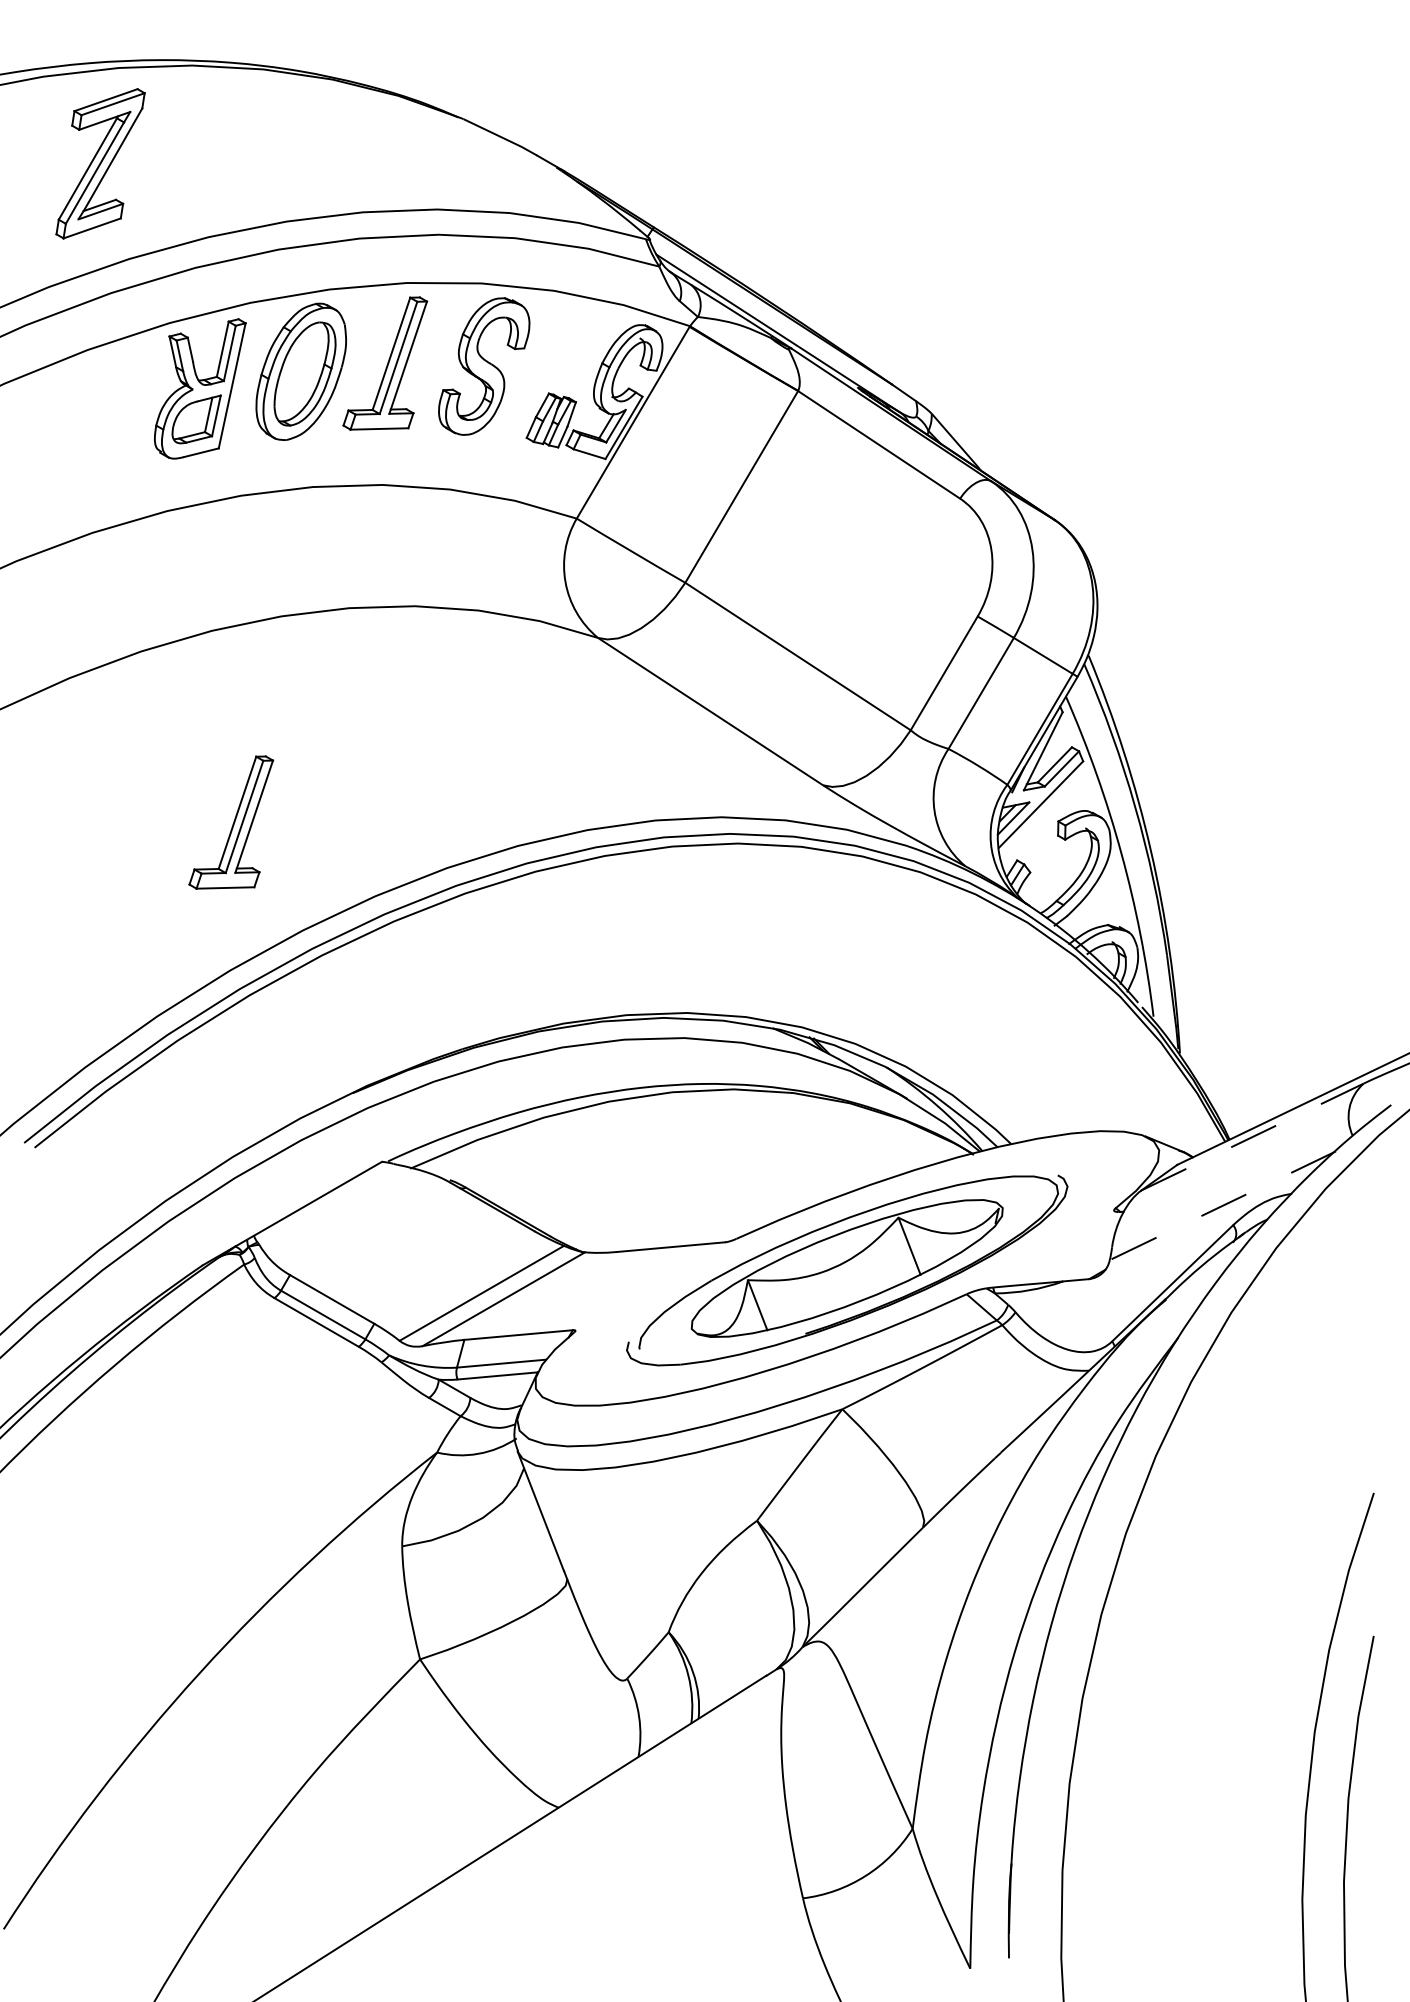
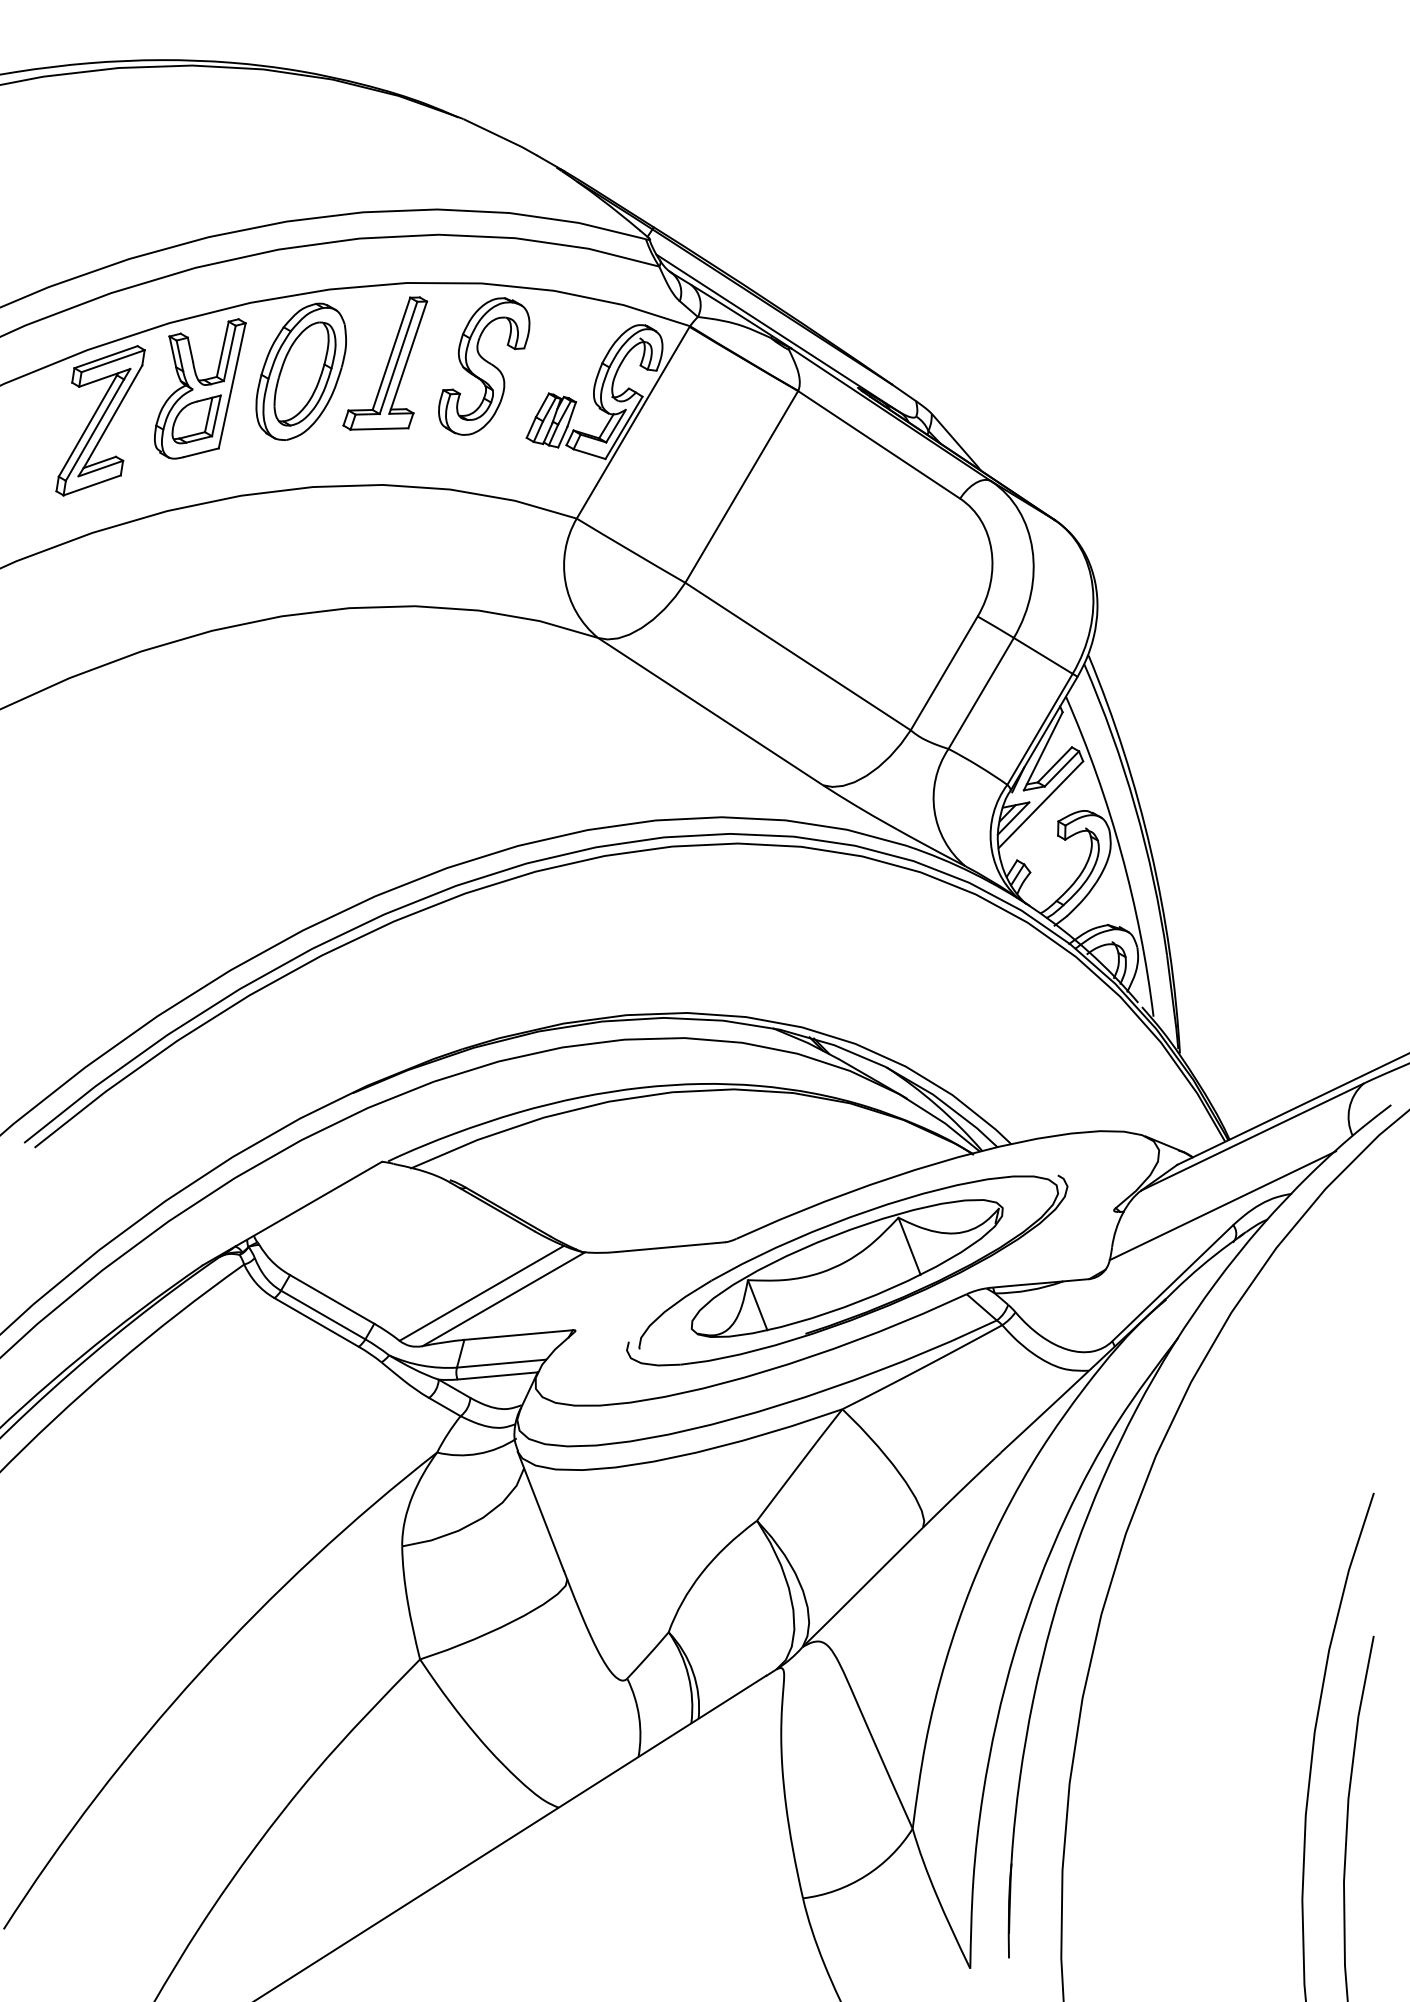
part at (100, 163) position: (100, 163) -> (100, 420)
part at (231, 822): present -> none
line at (1252, 1136): dashed -> solid
line at (1222, 1205): dashed -> solid
